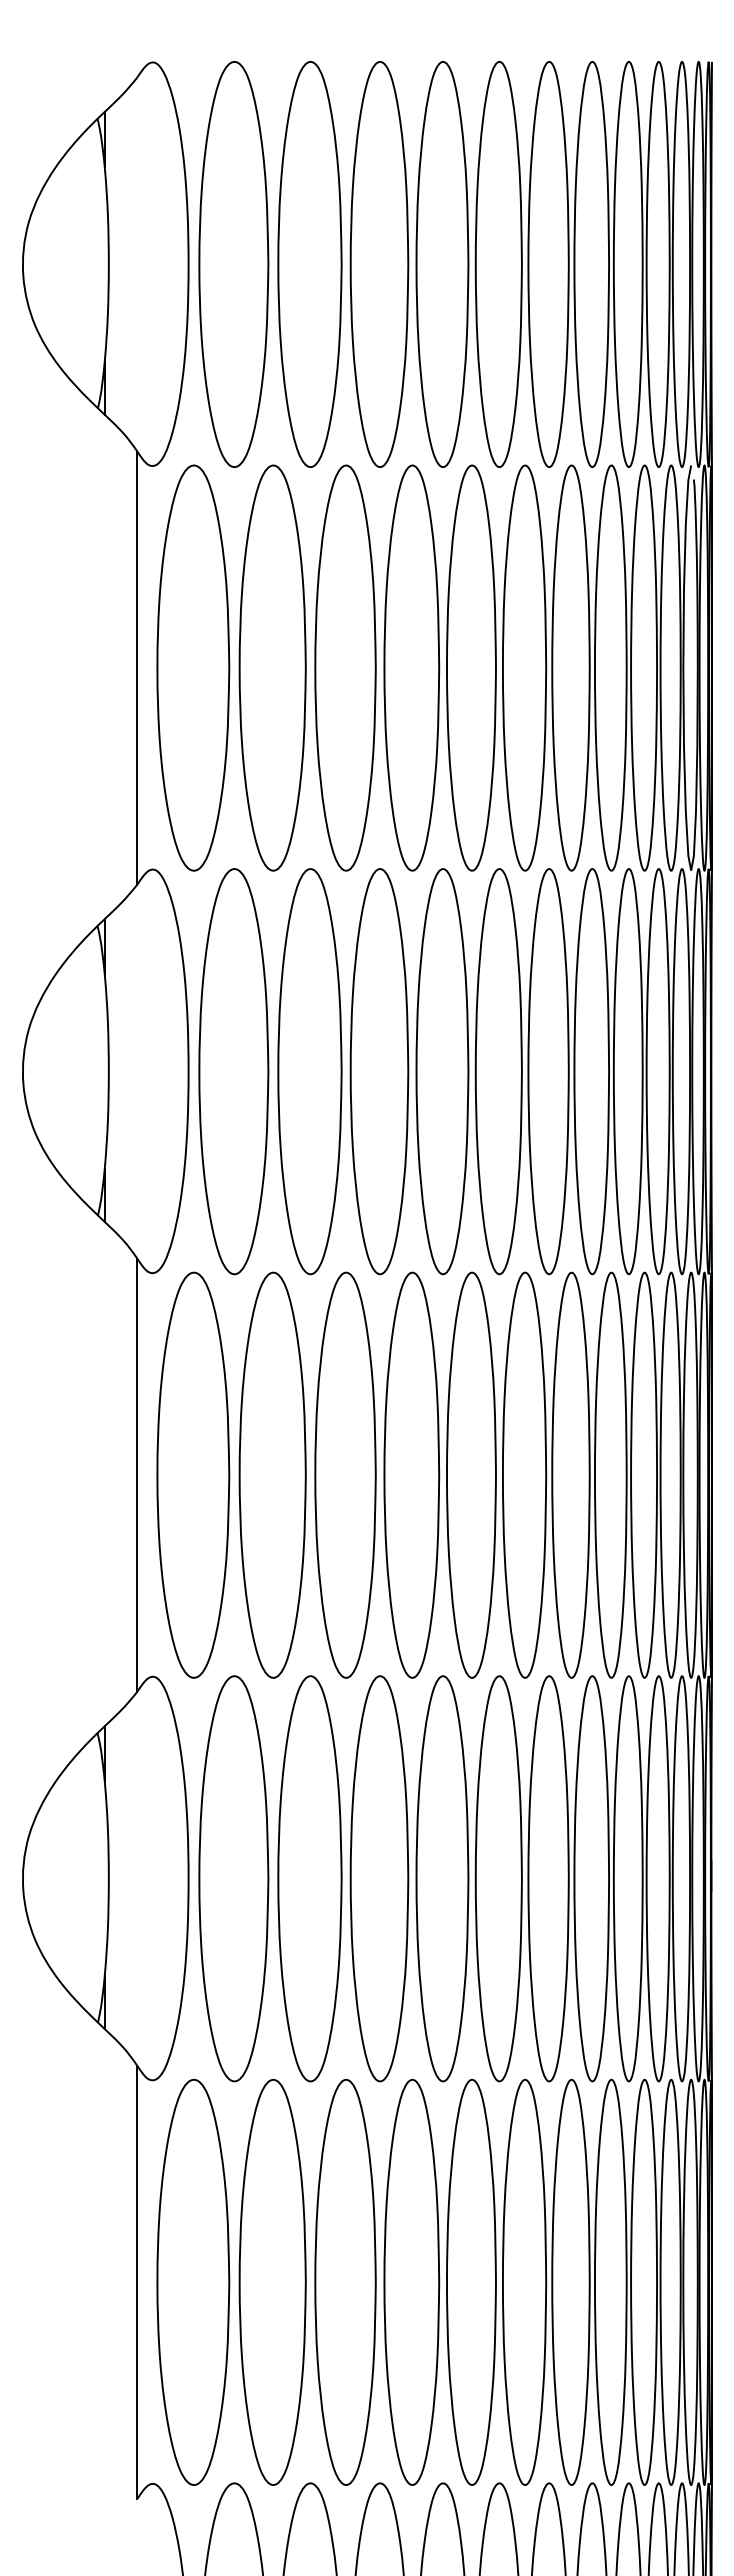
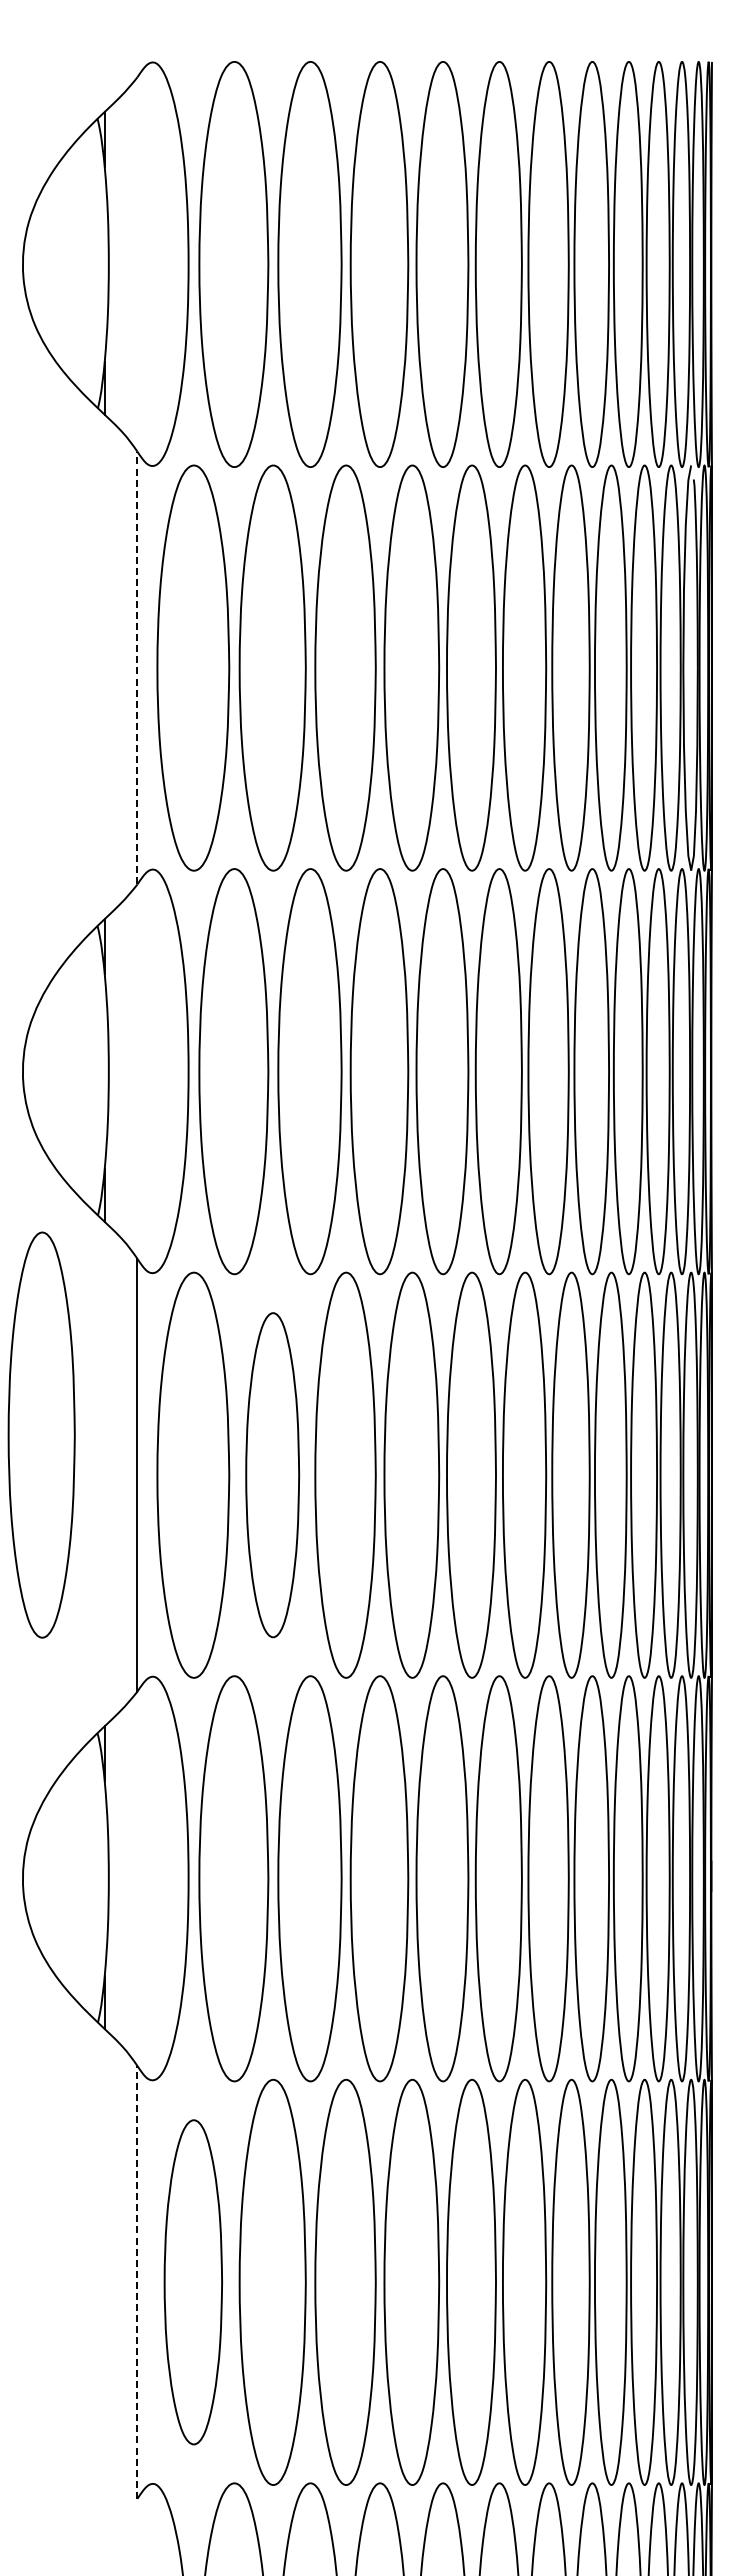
line at (137, 667): solid -> dashed
part at (41, 1434): none -> present
part at (272, 1474) size: 69x408 px -> 56x327 px
line at (137, 2281): solid -> dashed
part at (193, 2281) size: 75x408 px -> 60x327 px
